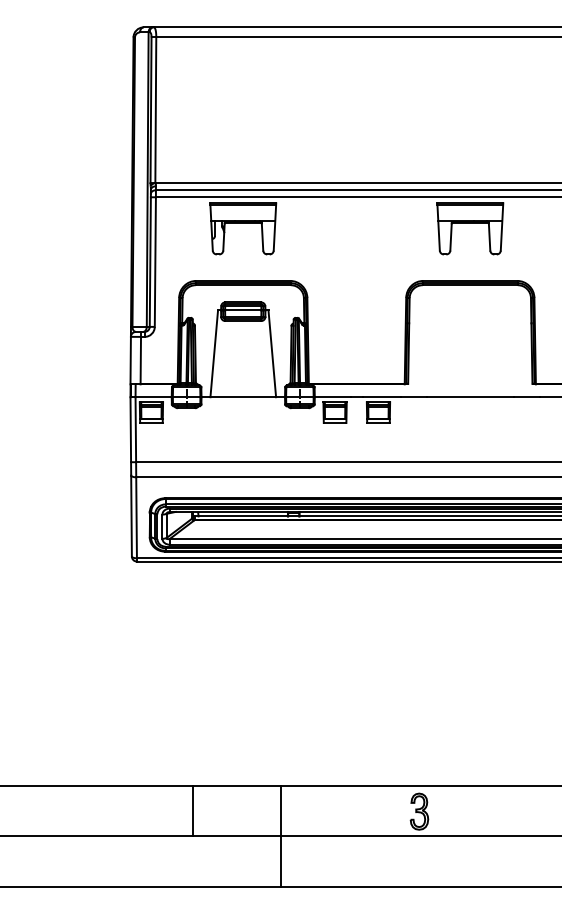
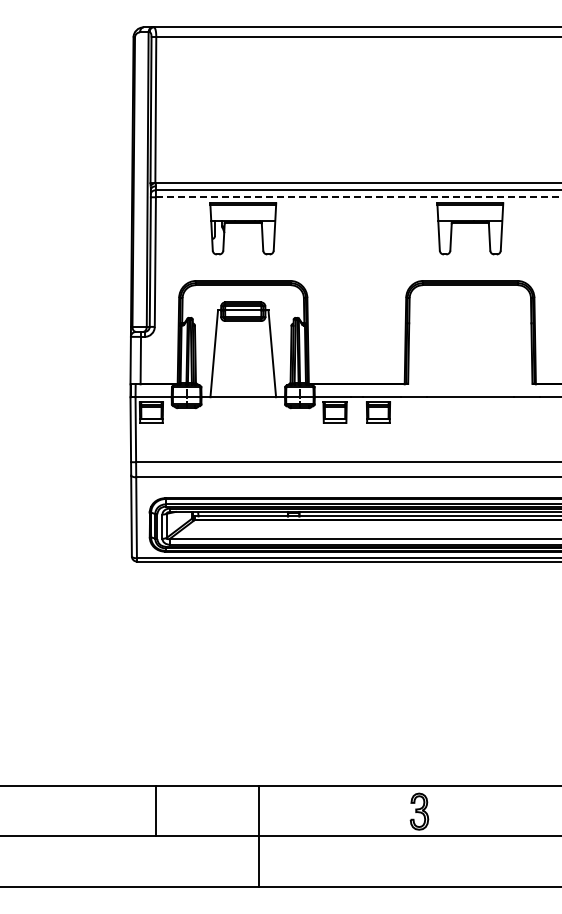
line at (358, 197): solid -> dashed
line at (192, 810) position: (192, 810) -> (155, 810)
line at (280, 835) position: (280, 835) -> (258, 835)
